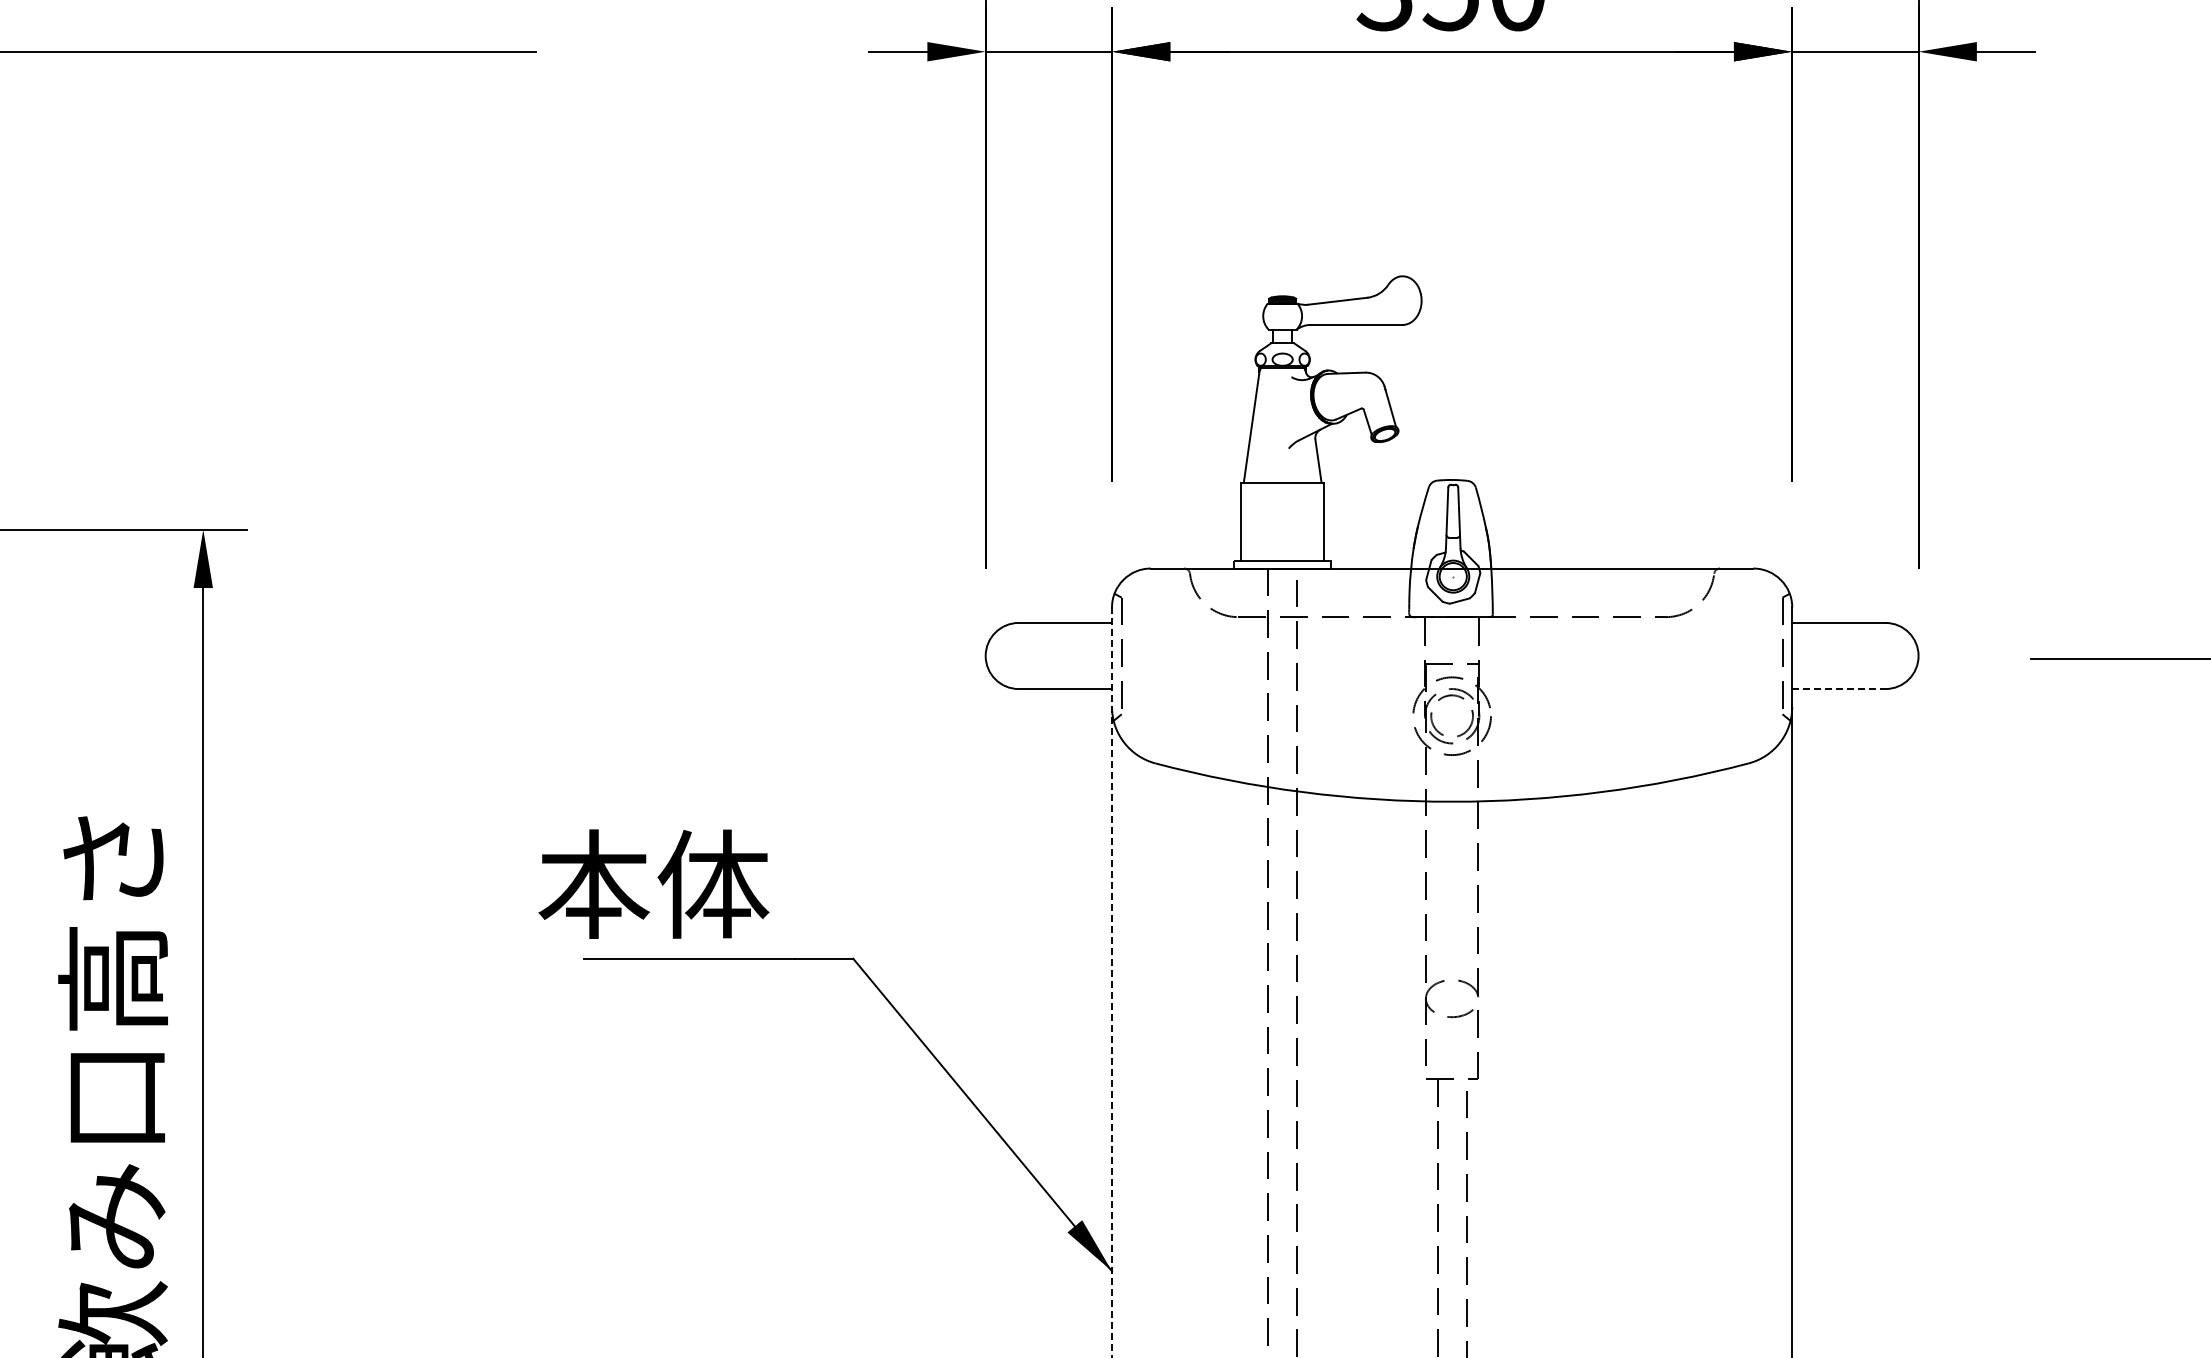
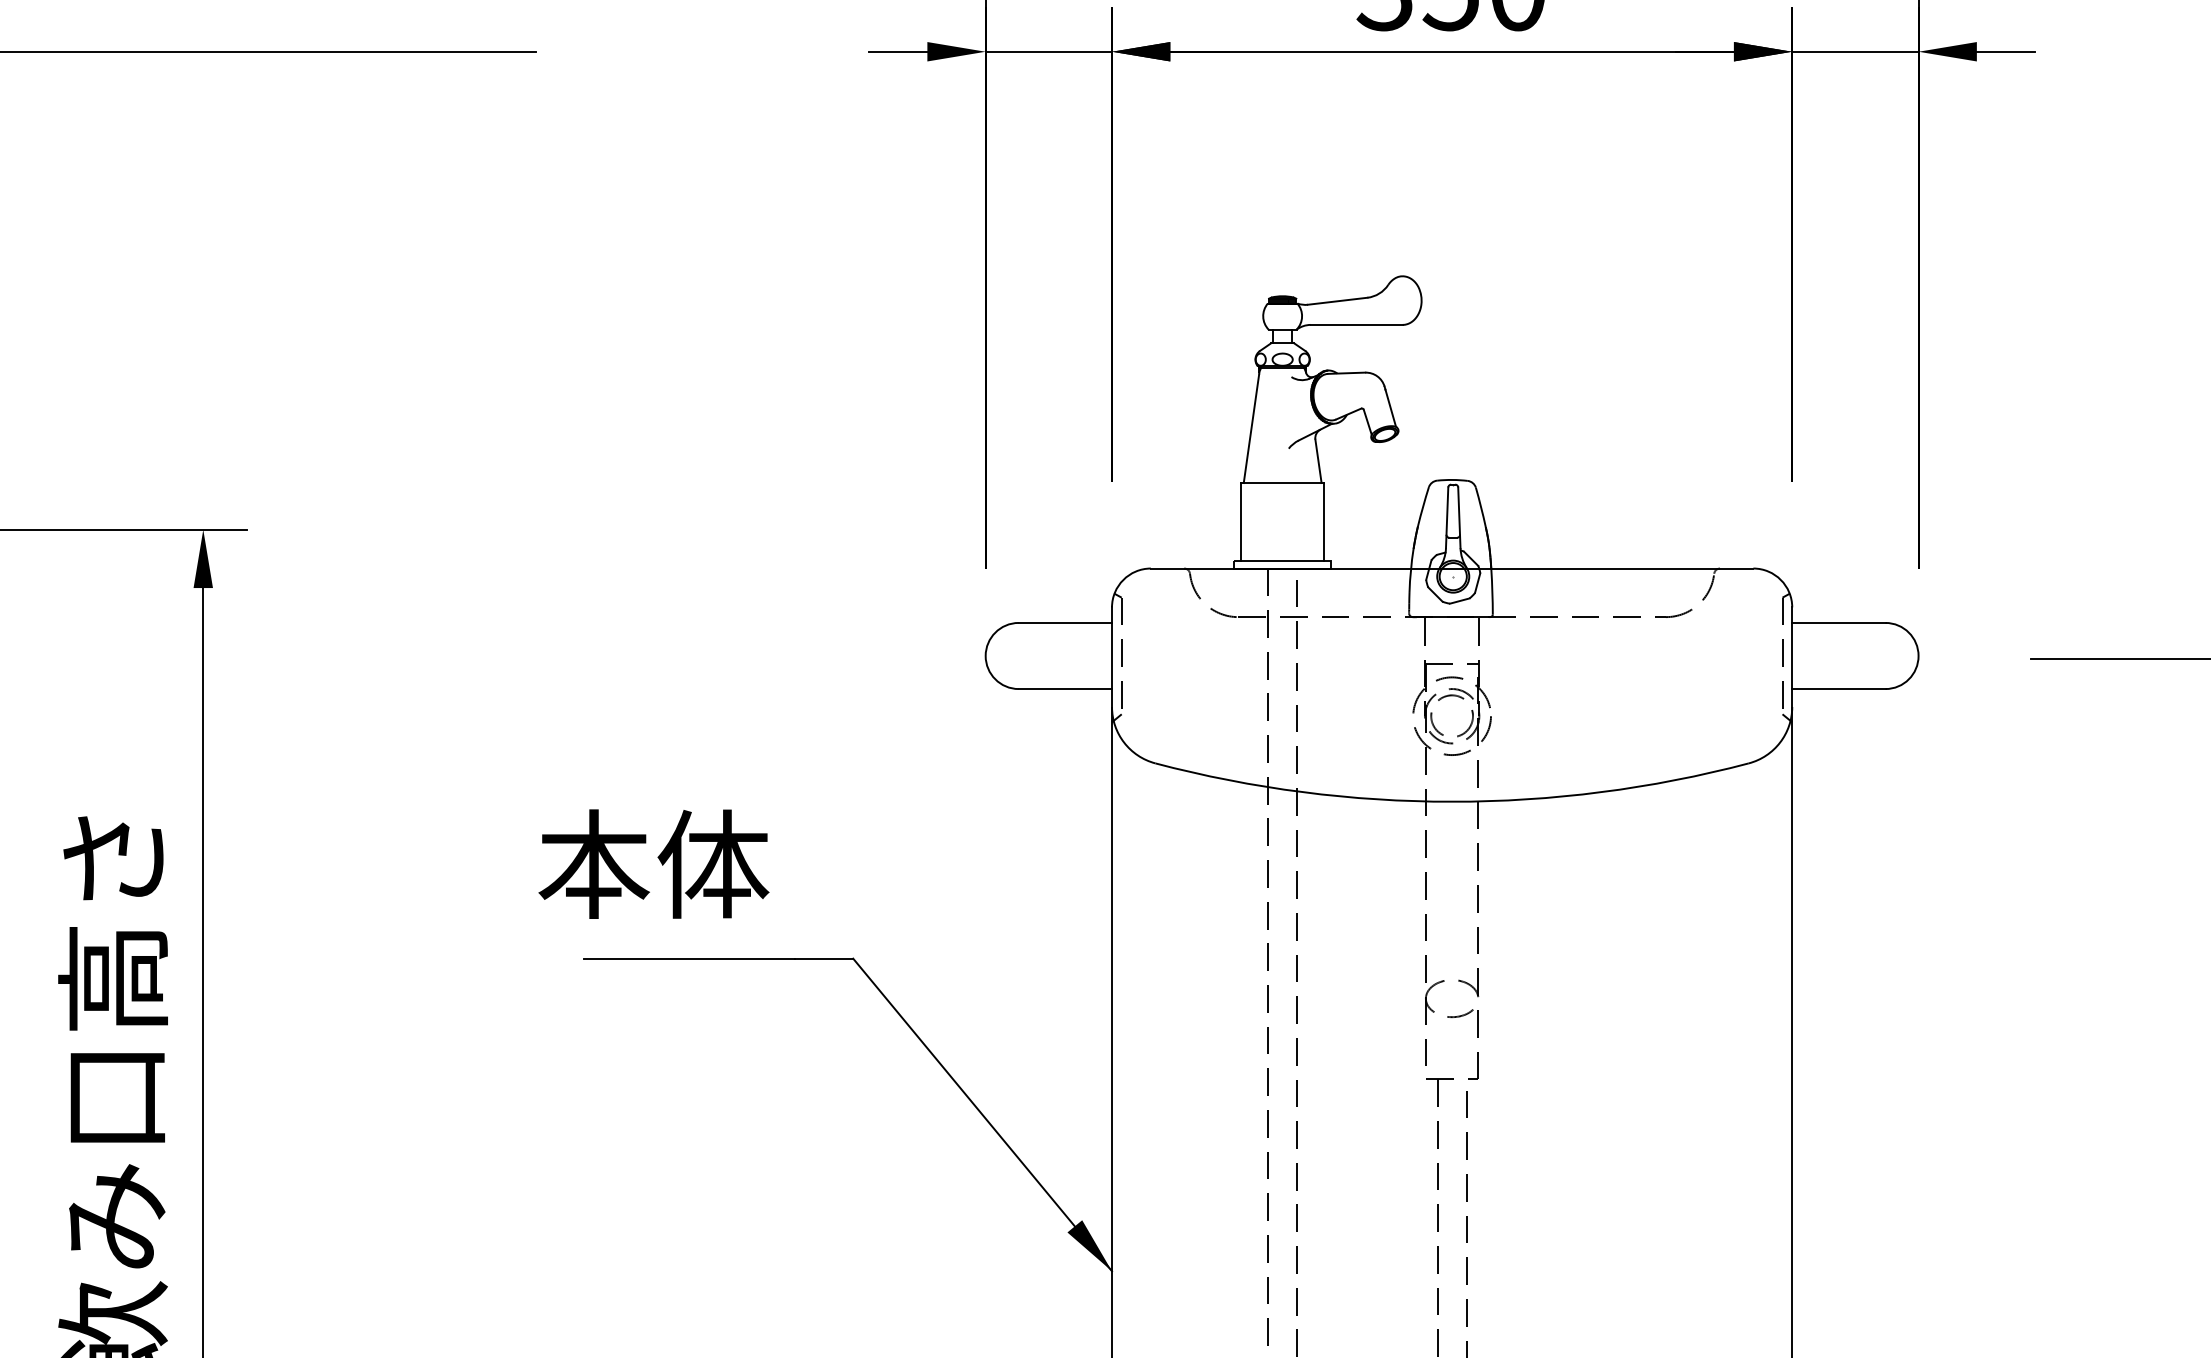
line at (1838, 689): dashed -> solid
text at (653, 883) position: (653, 883) -> (653, 863)
line at (1112, 982): dashed -> solid
